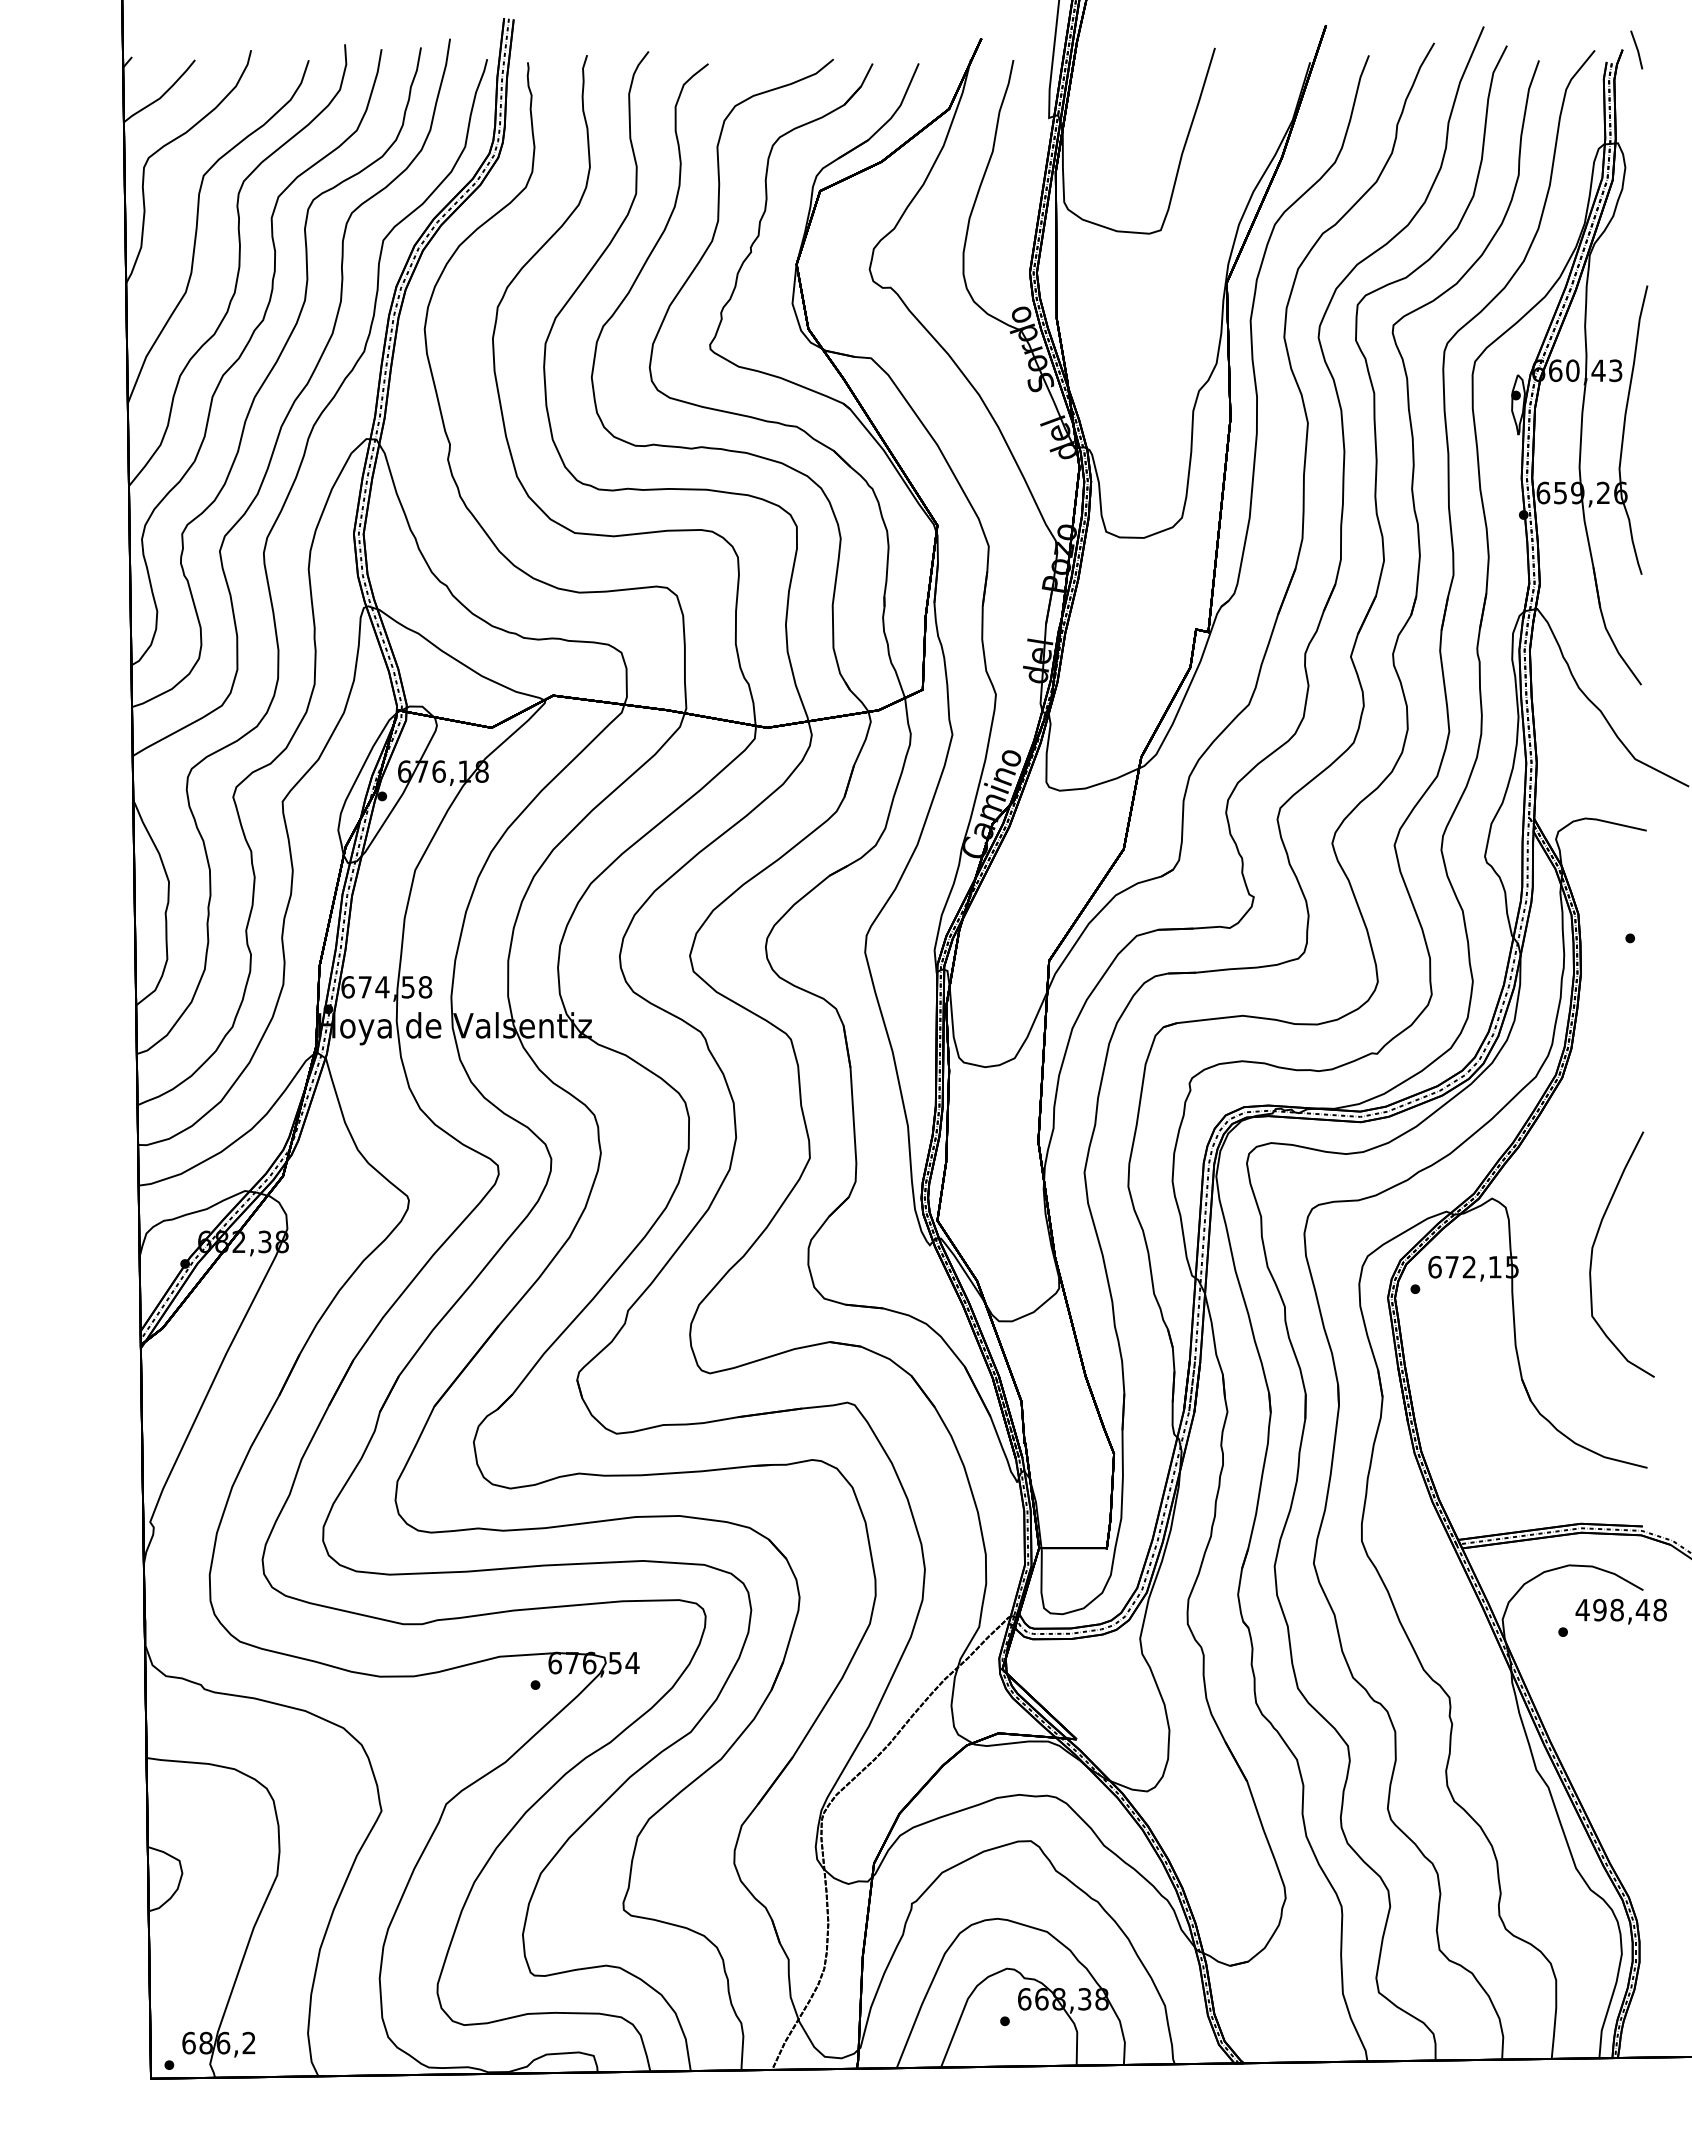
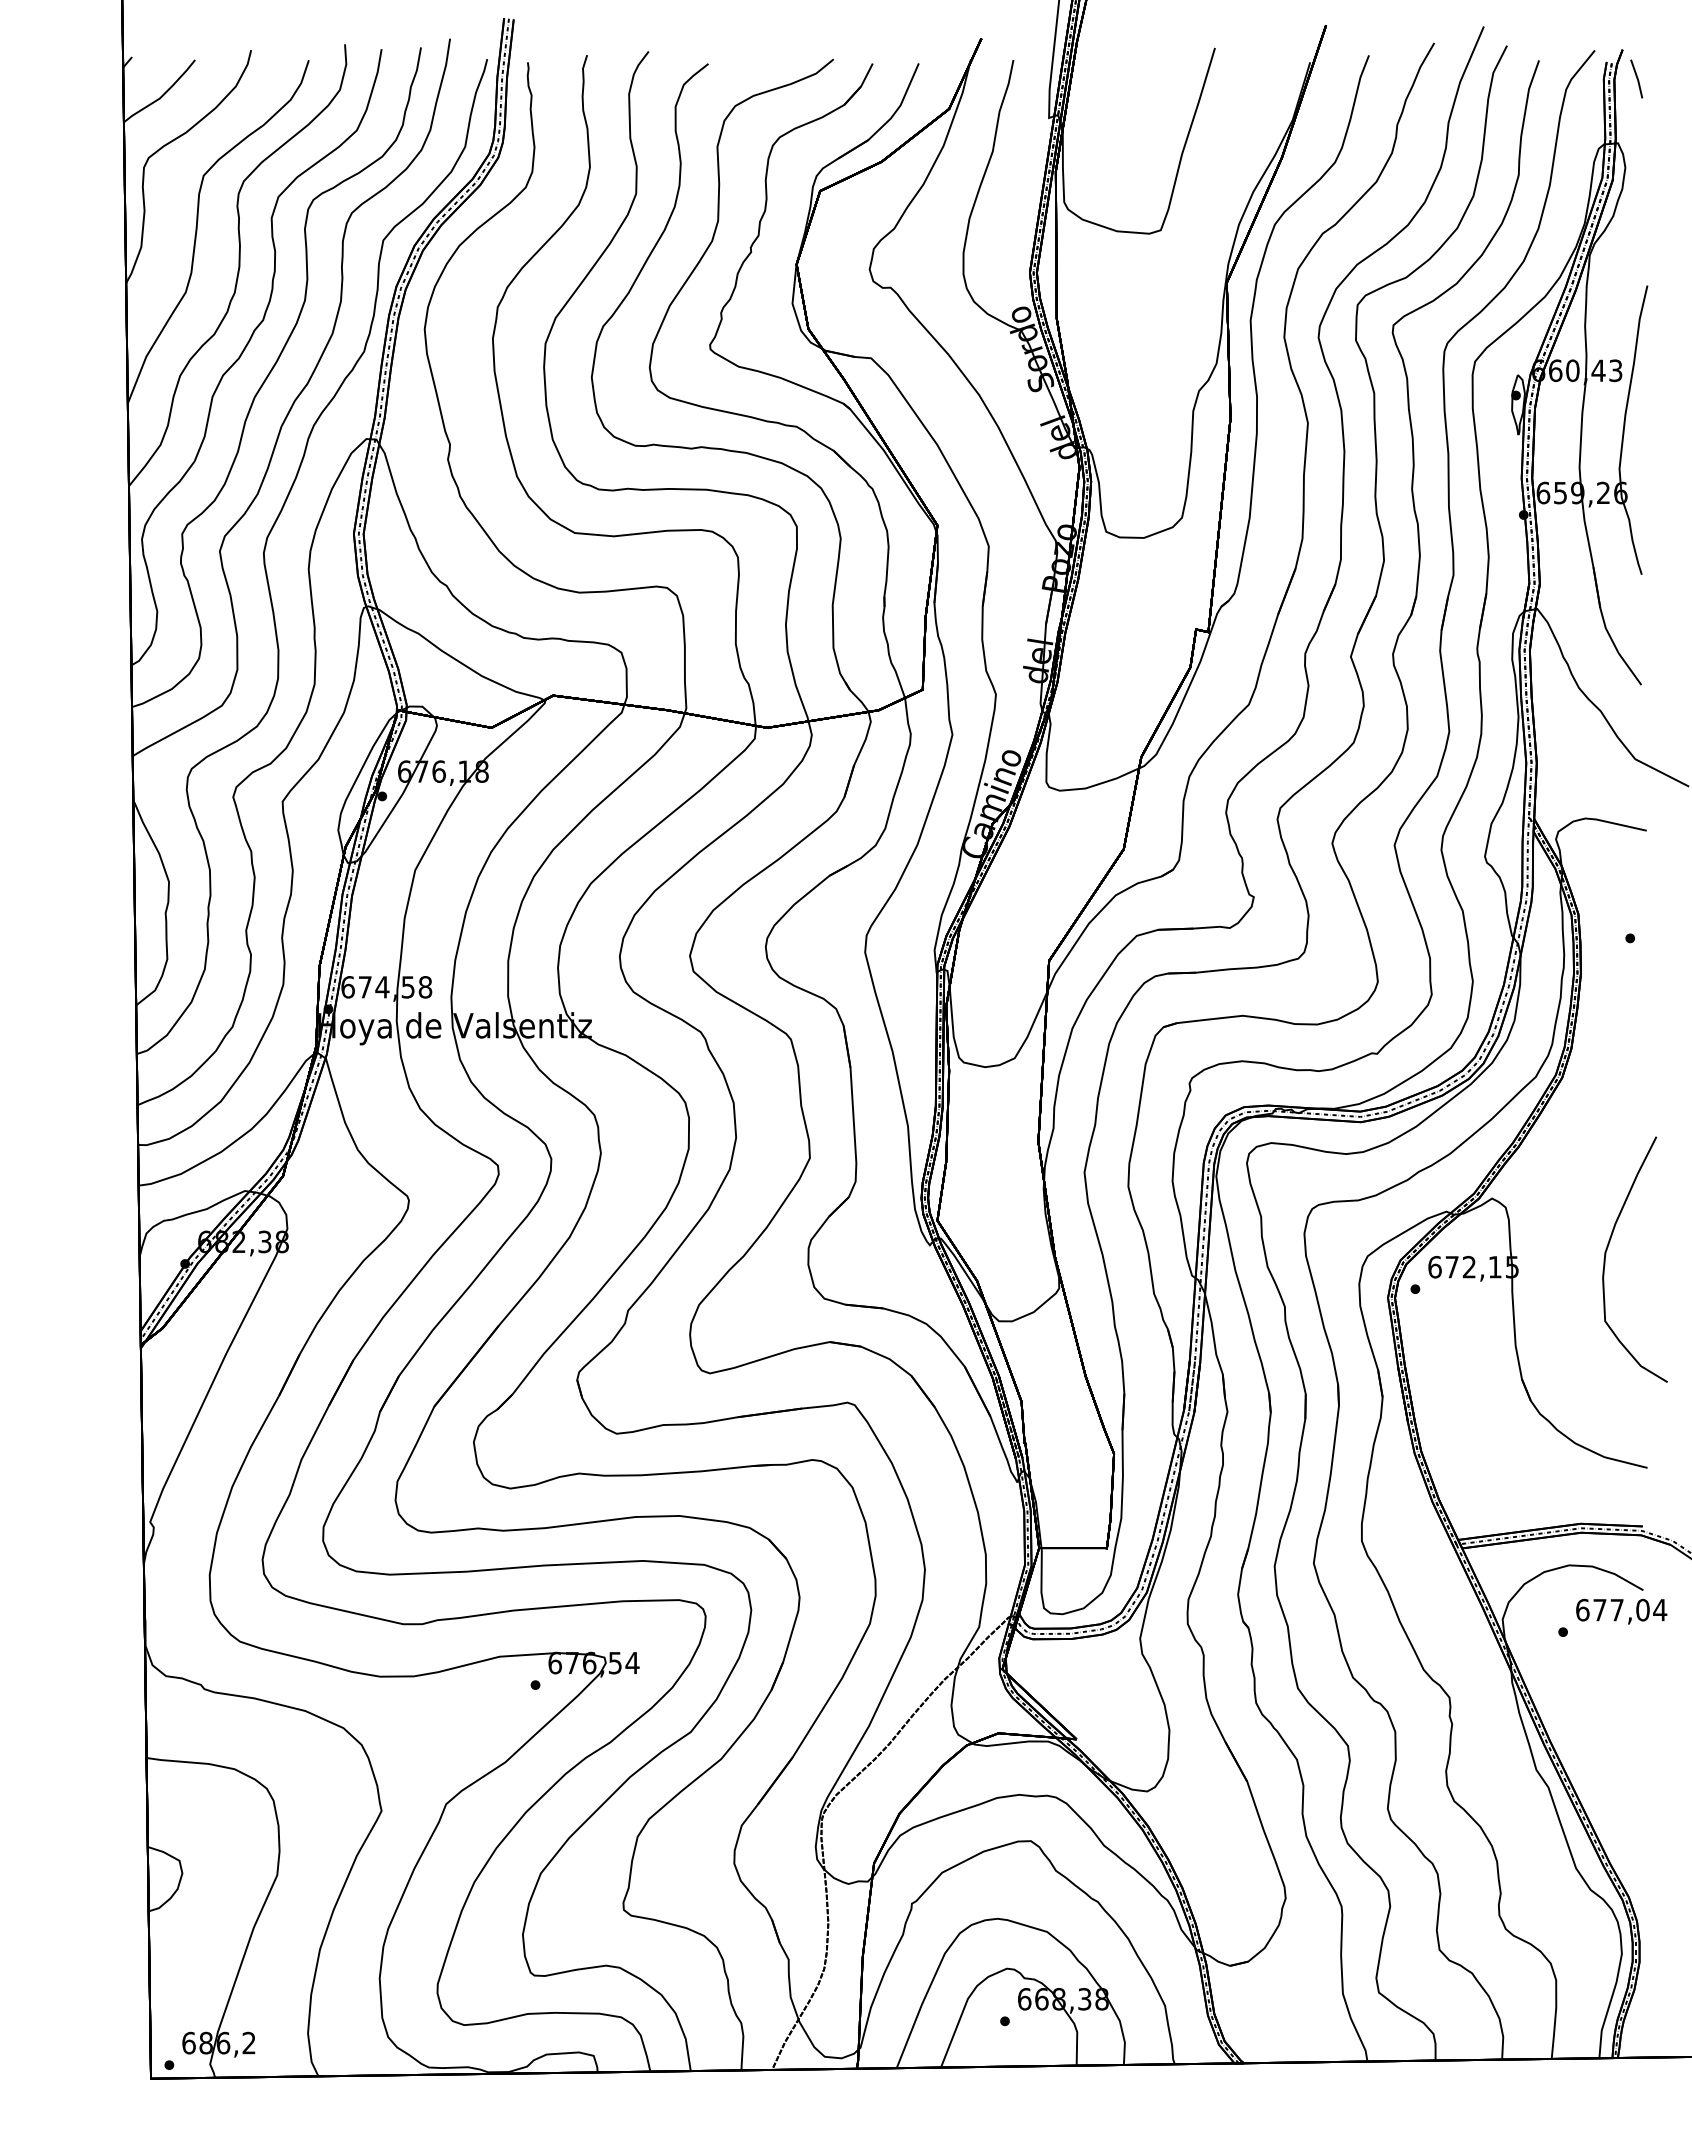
line at (1636, 49) position: (1636, 49) -> (1636, 78)
curve at (1593, 1249) position: (1593, 1249) -> (1606, 1254)
text at (1621, 1609): 498,48 -> 677,04
